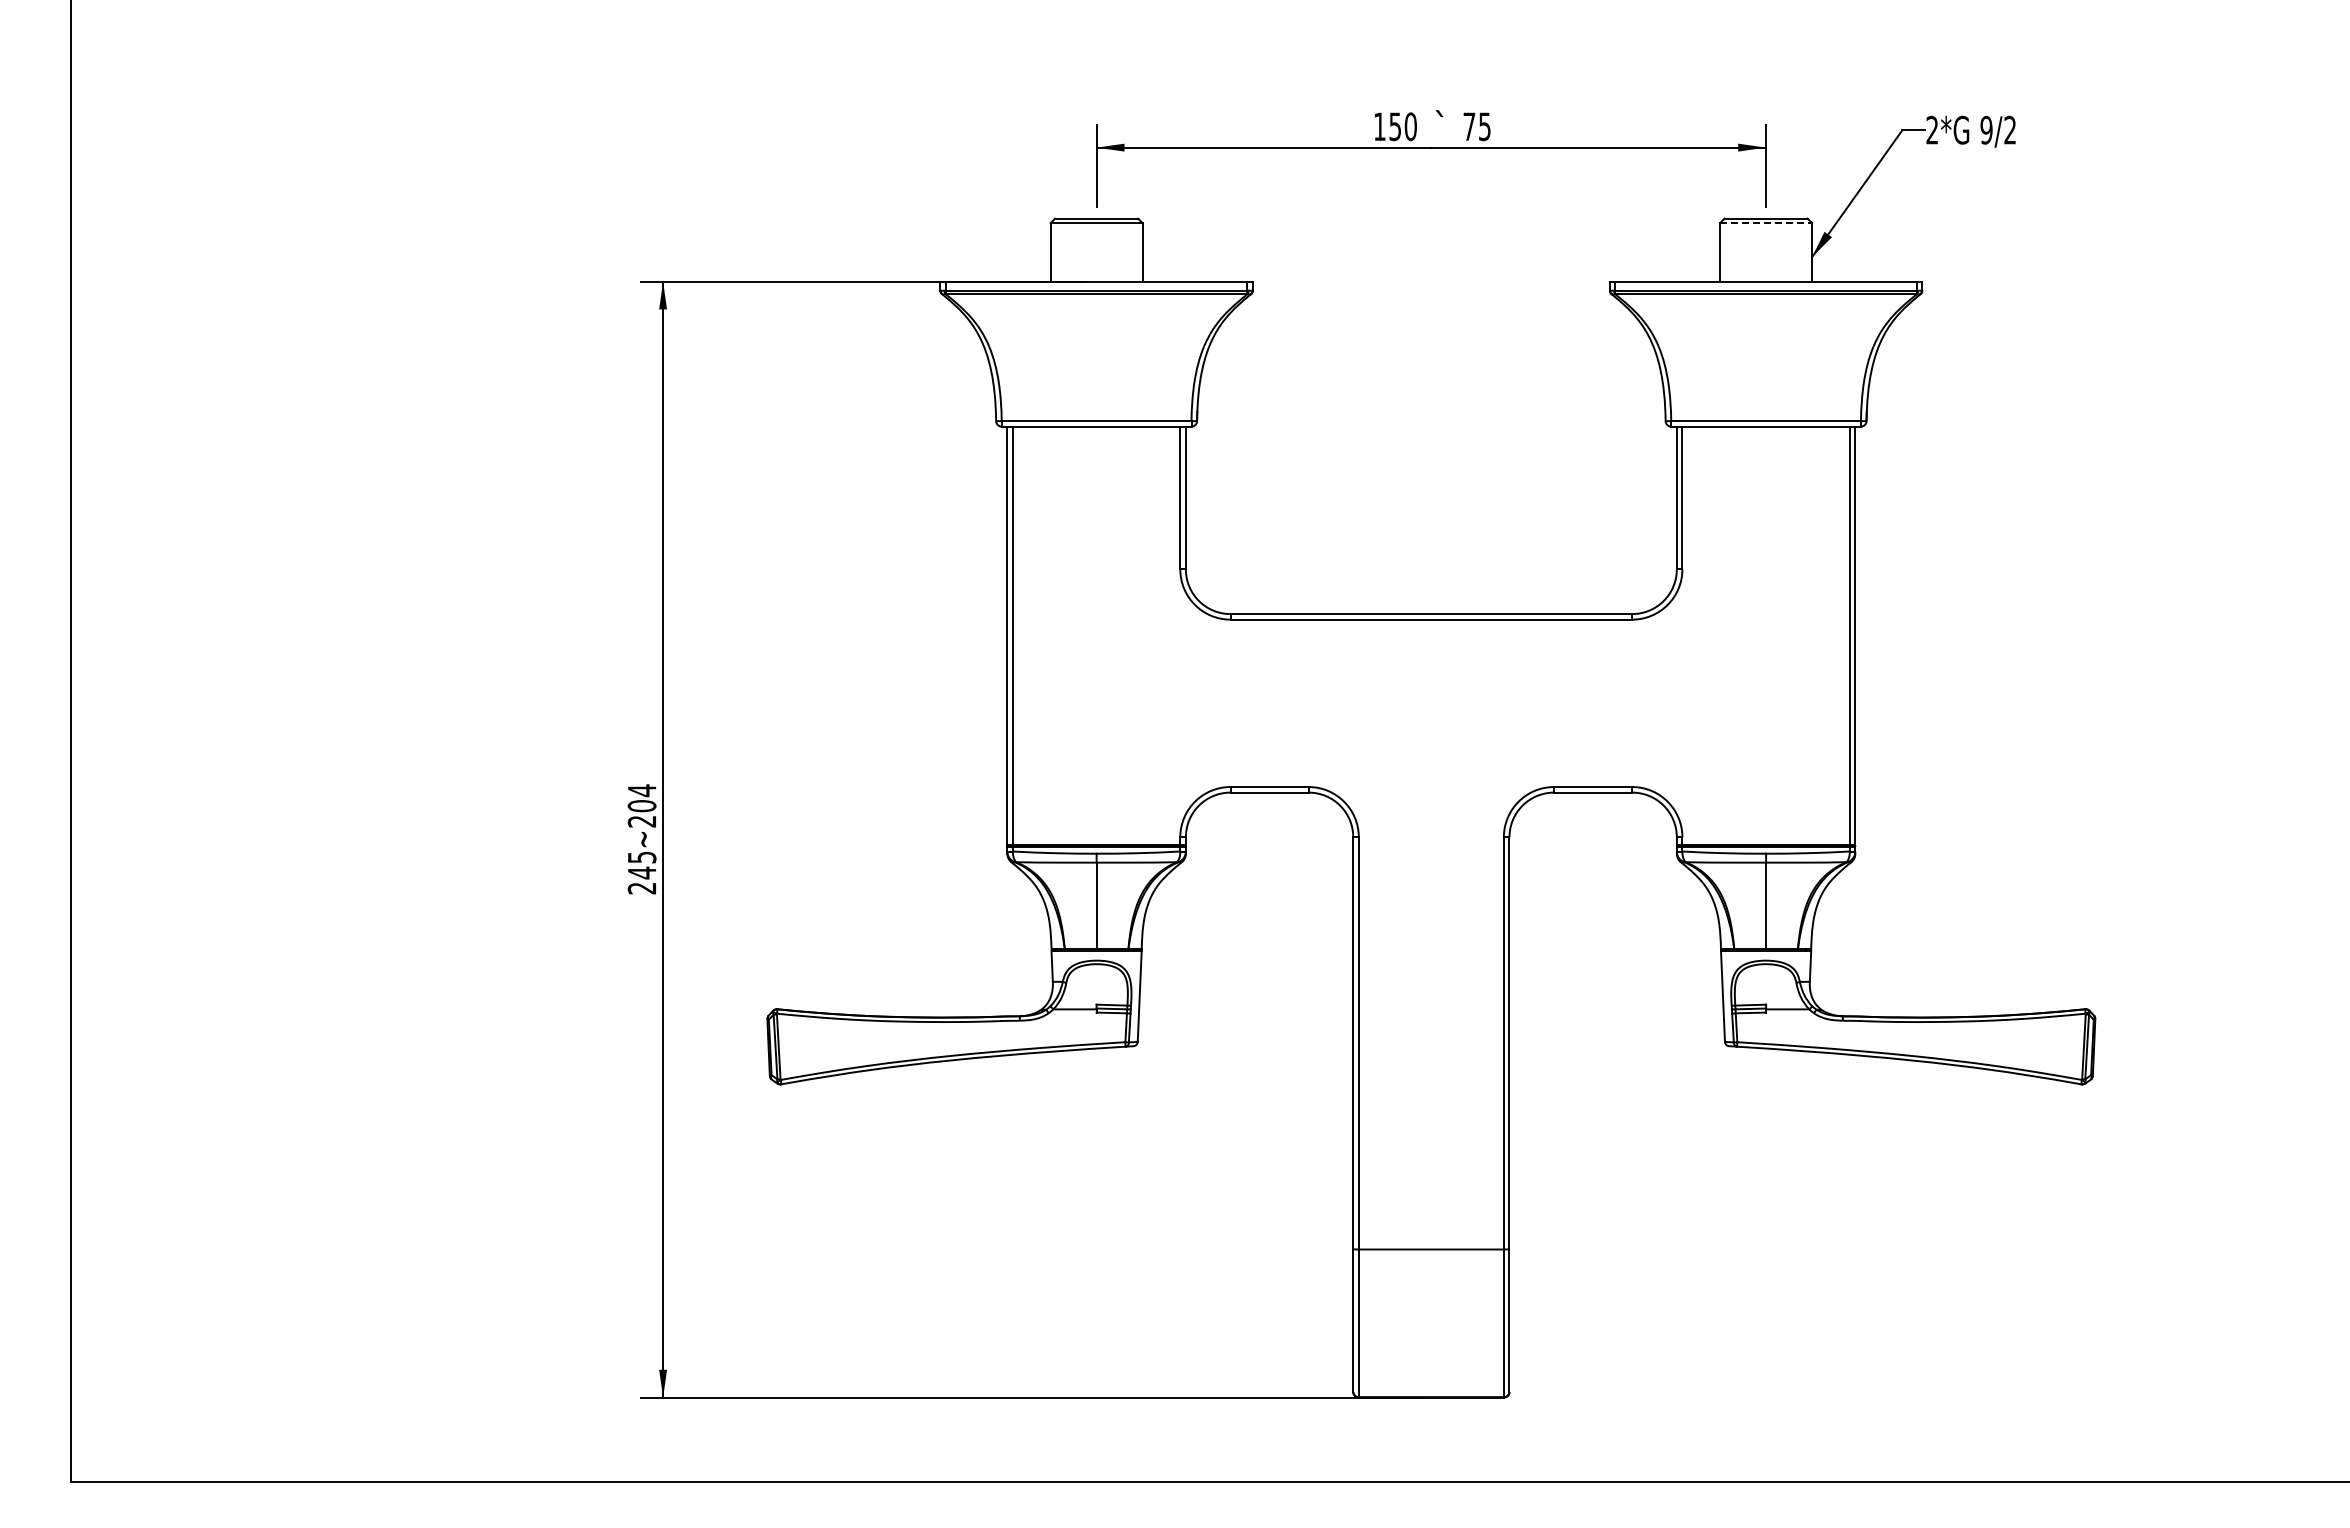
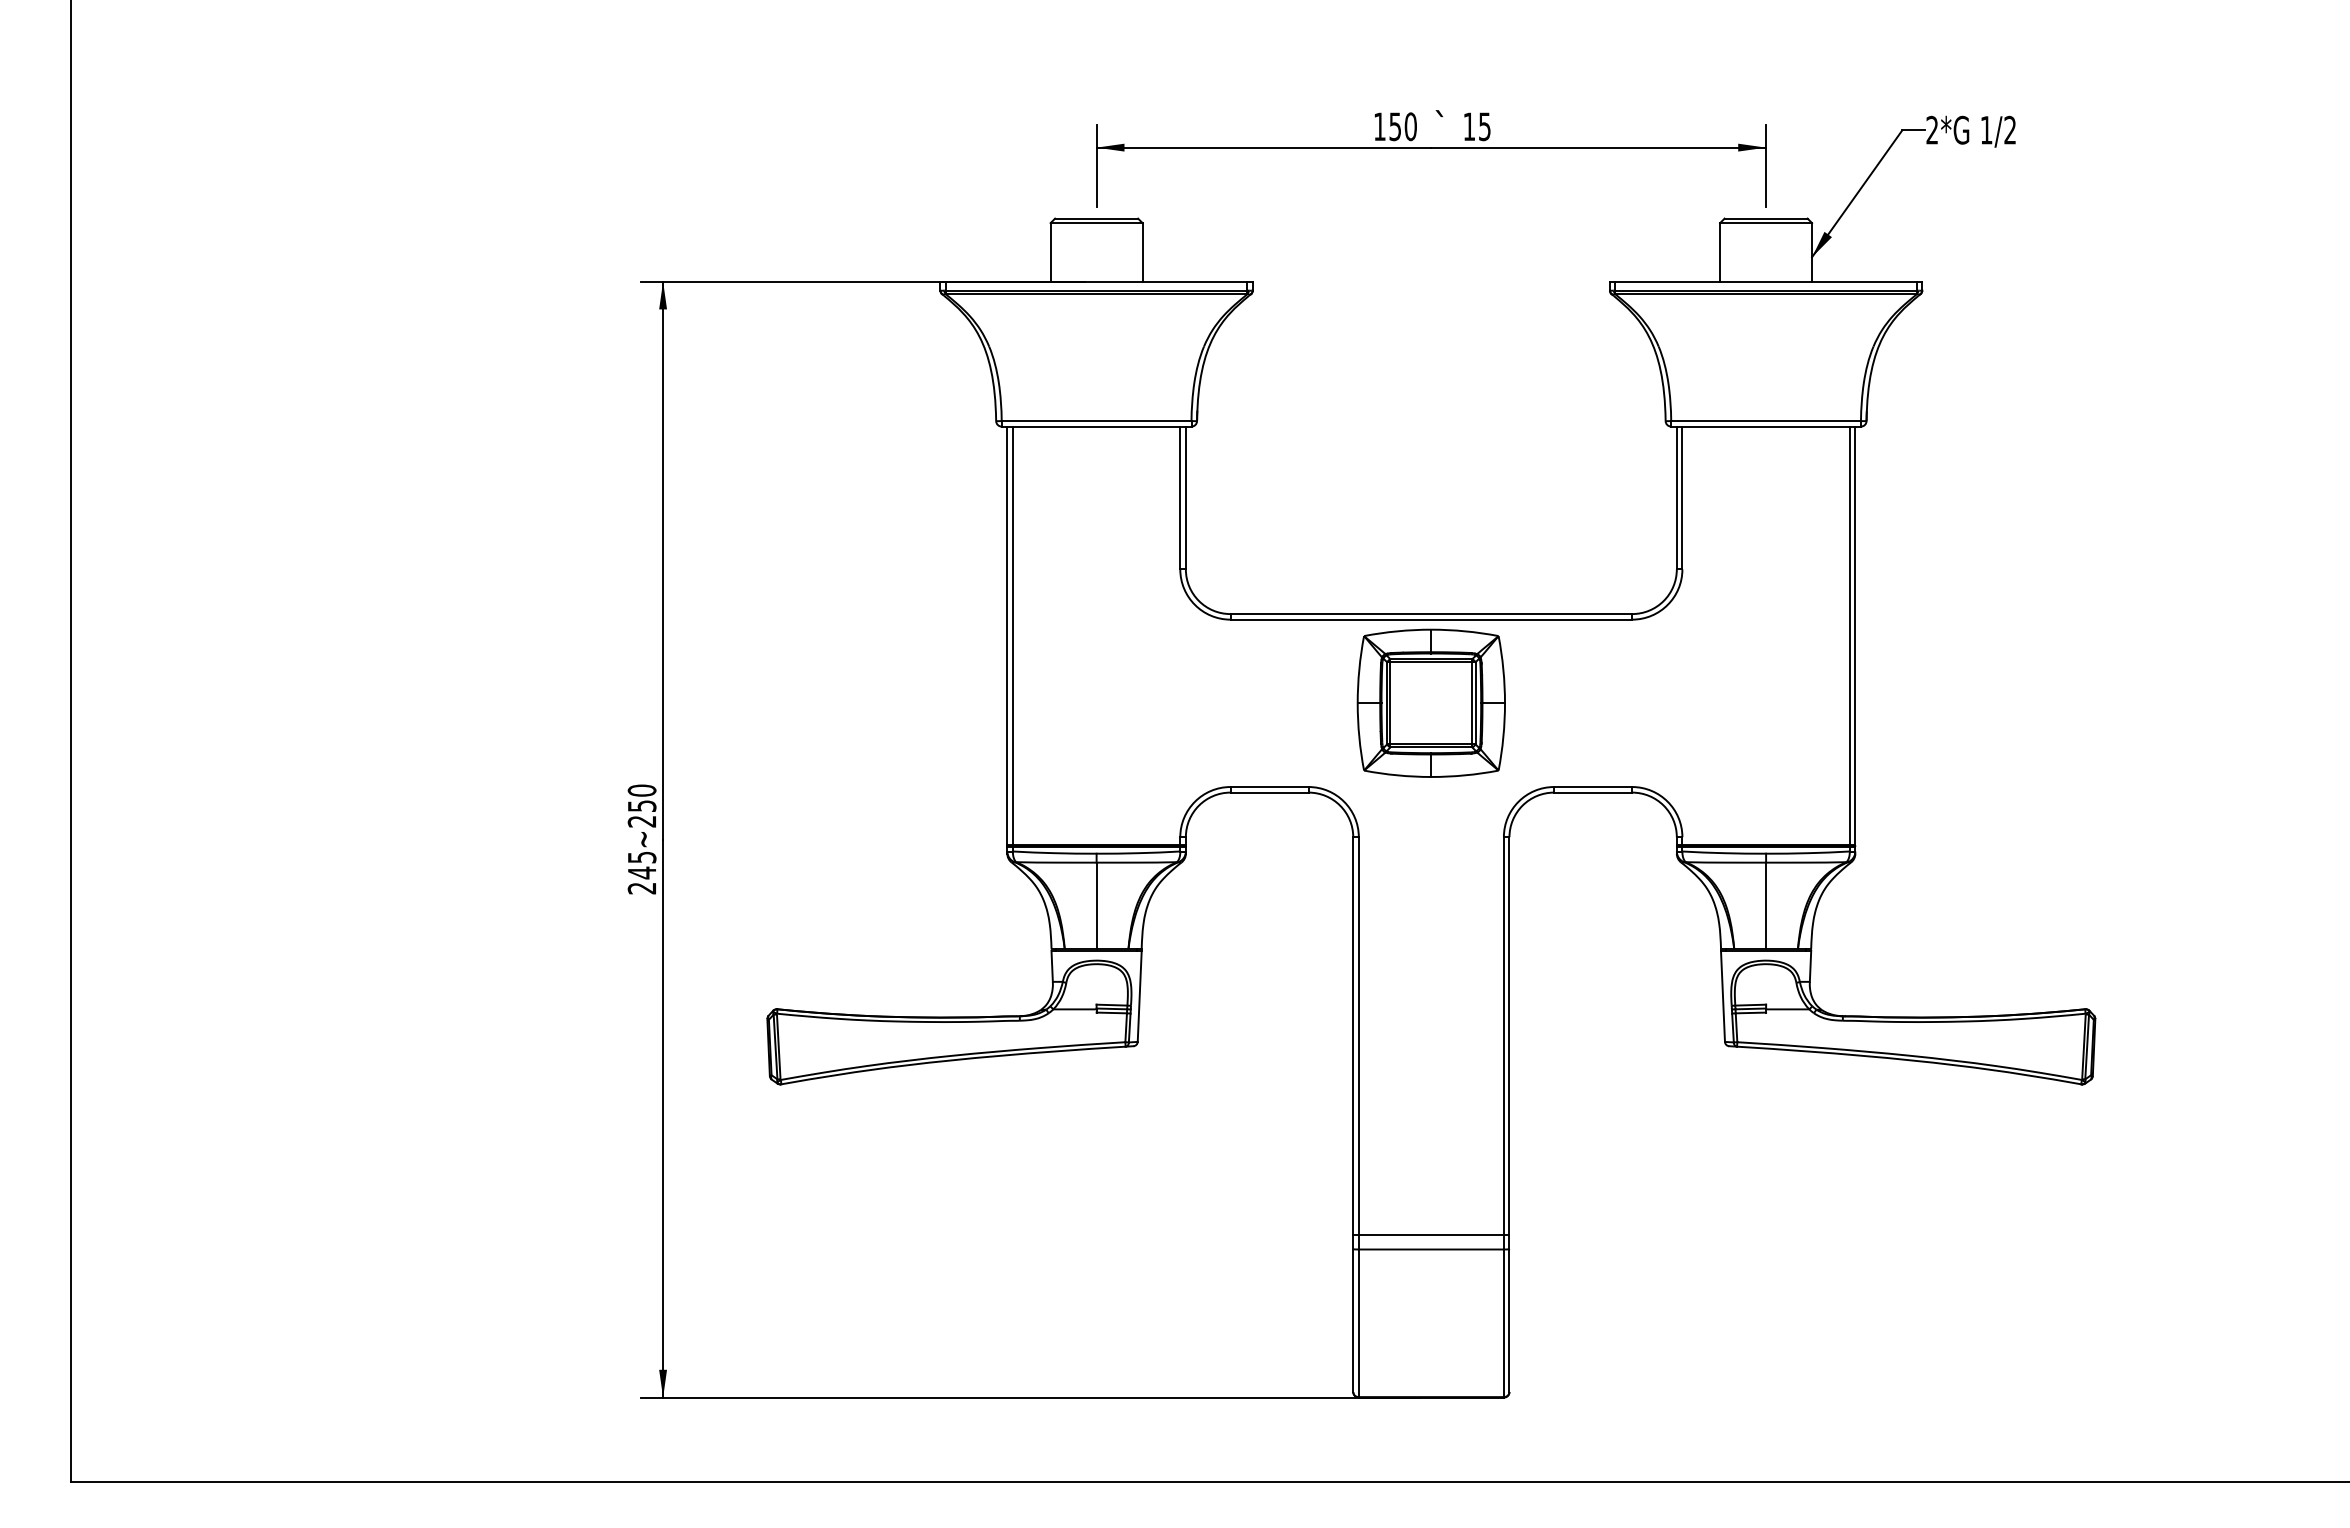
text at (1469, 126): 75 -> 15
text at (1986, 129): 9/2 -> 1/2
line at (1766, 223): dashed -> solid
part at (1430, 702): none -> present
text at (641, 798): 245~204 -> 245~250
line at (1431, 1234): none -> present
